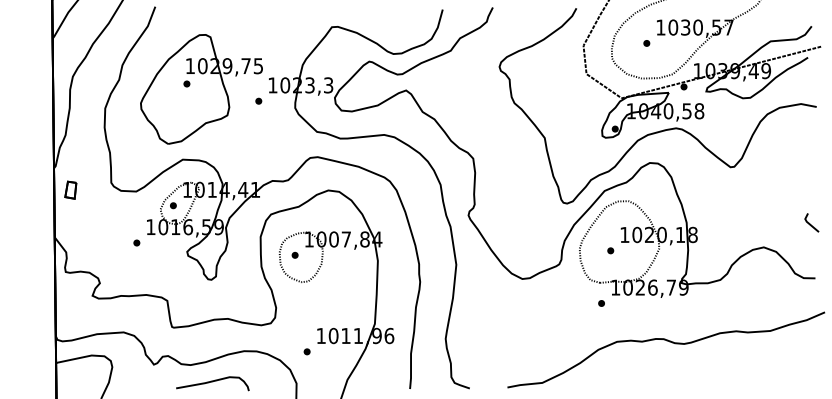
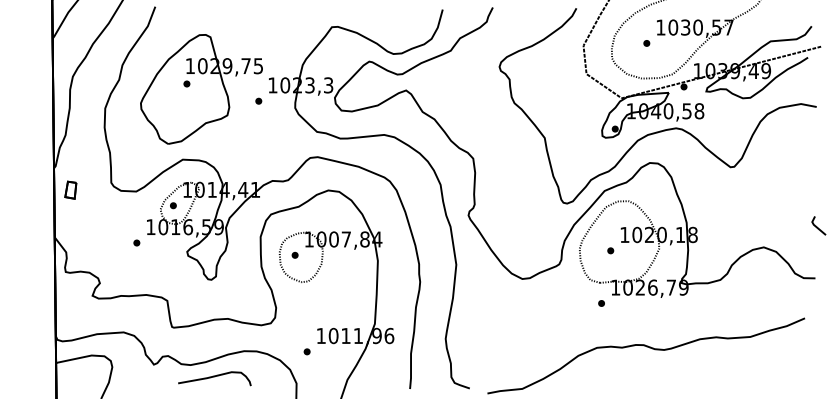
line at (810, 223) position: (810, 223) -> (817, 226)
curve at (669, 342) position: (669, 342) -> (649, 348)
curve at (212, 382) position: (212, 382) -> (214, 377)
